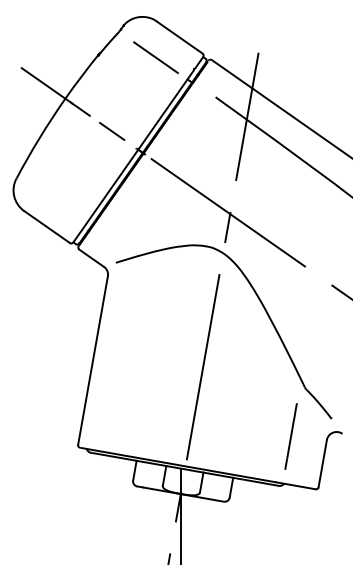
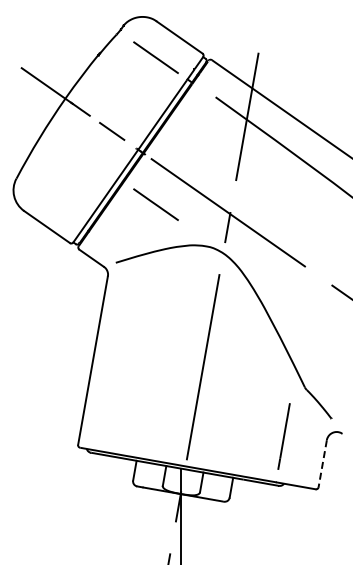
line at (155, 204): none -> present
line at (290, 436) position: (290, 436) -> (283, 436)
line at (322, 463): solid -> dashed
